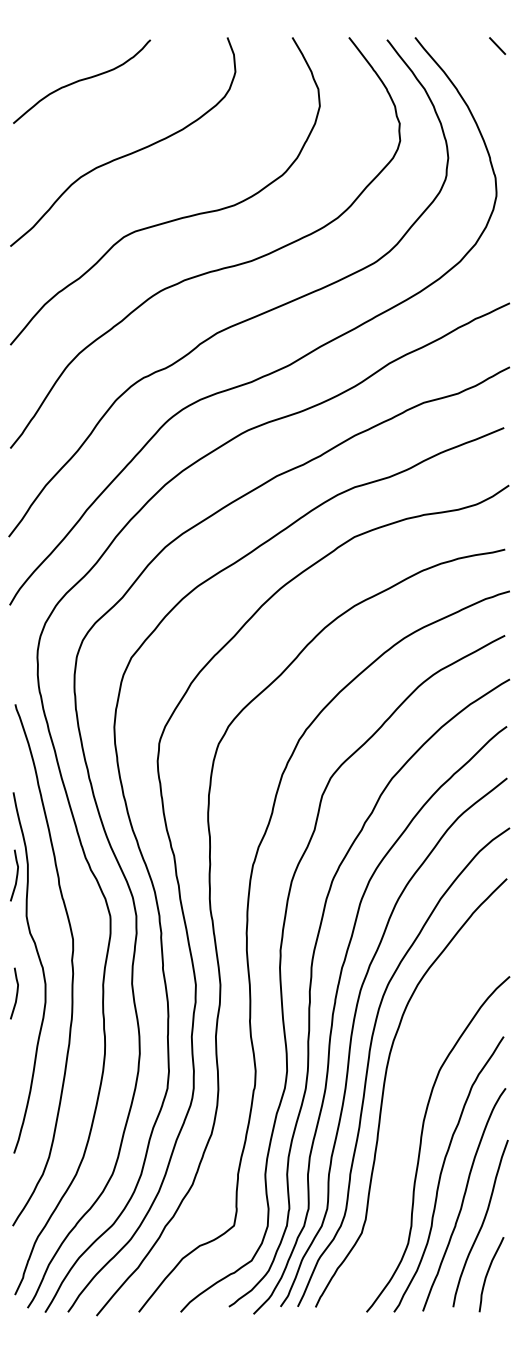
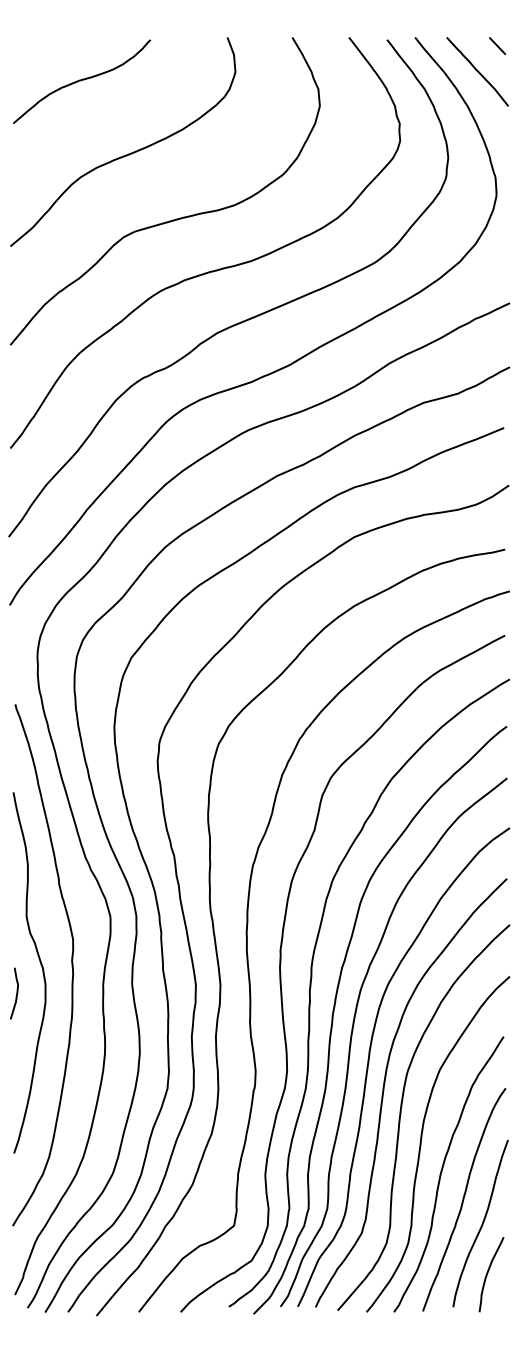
curve at (477, 71): none -> present
curve at (16, 875): present -> none
curve at (401, 1115): none -> present
